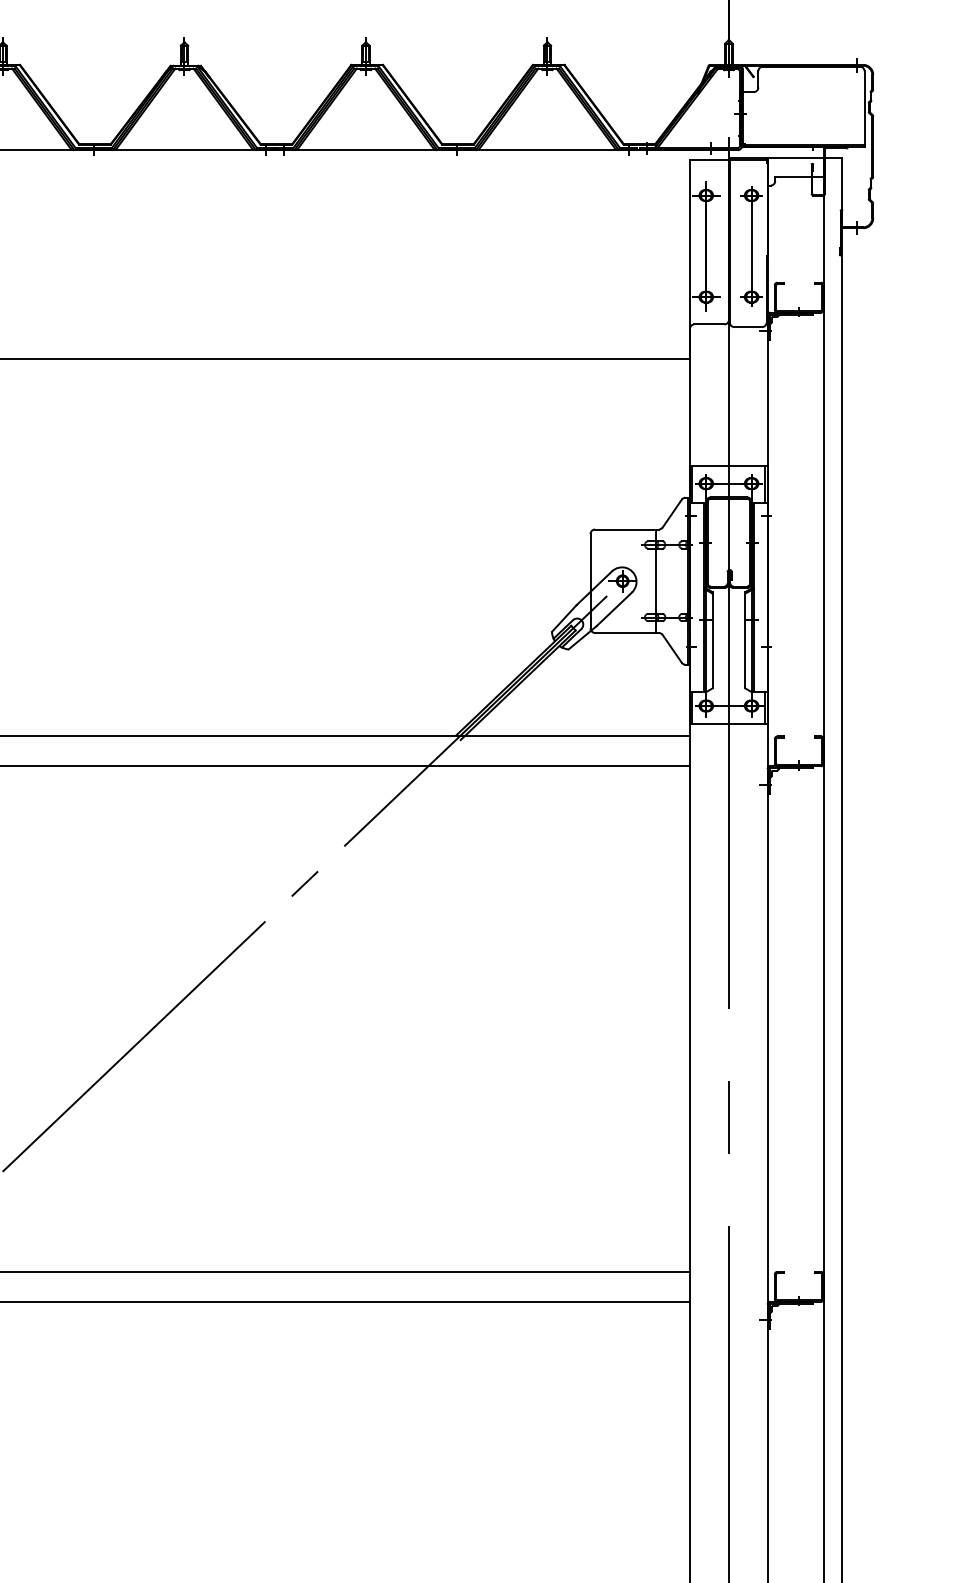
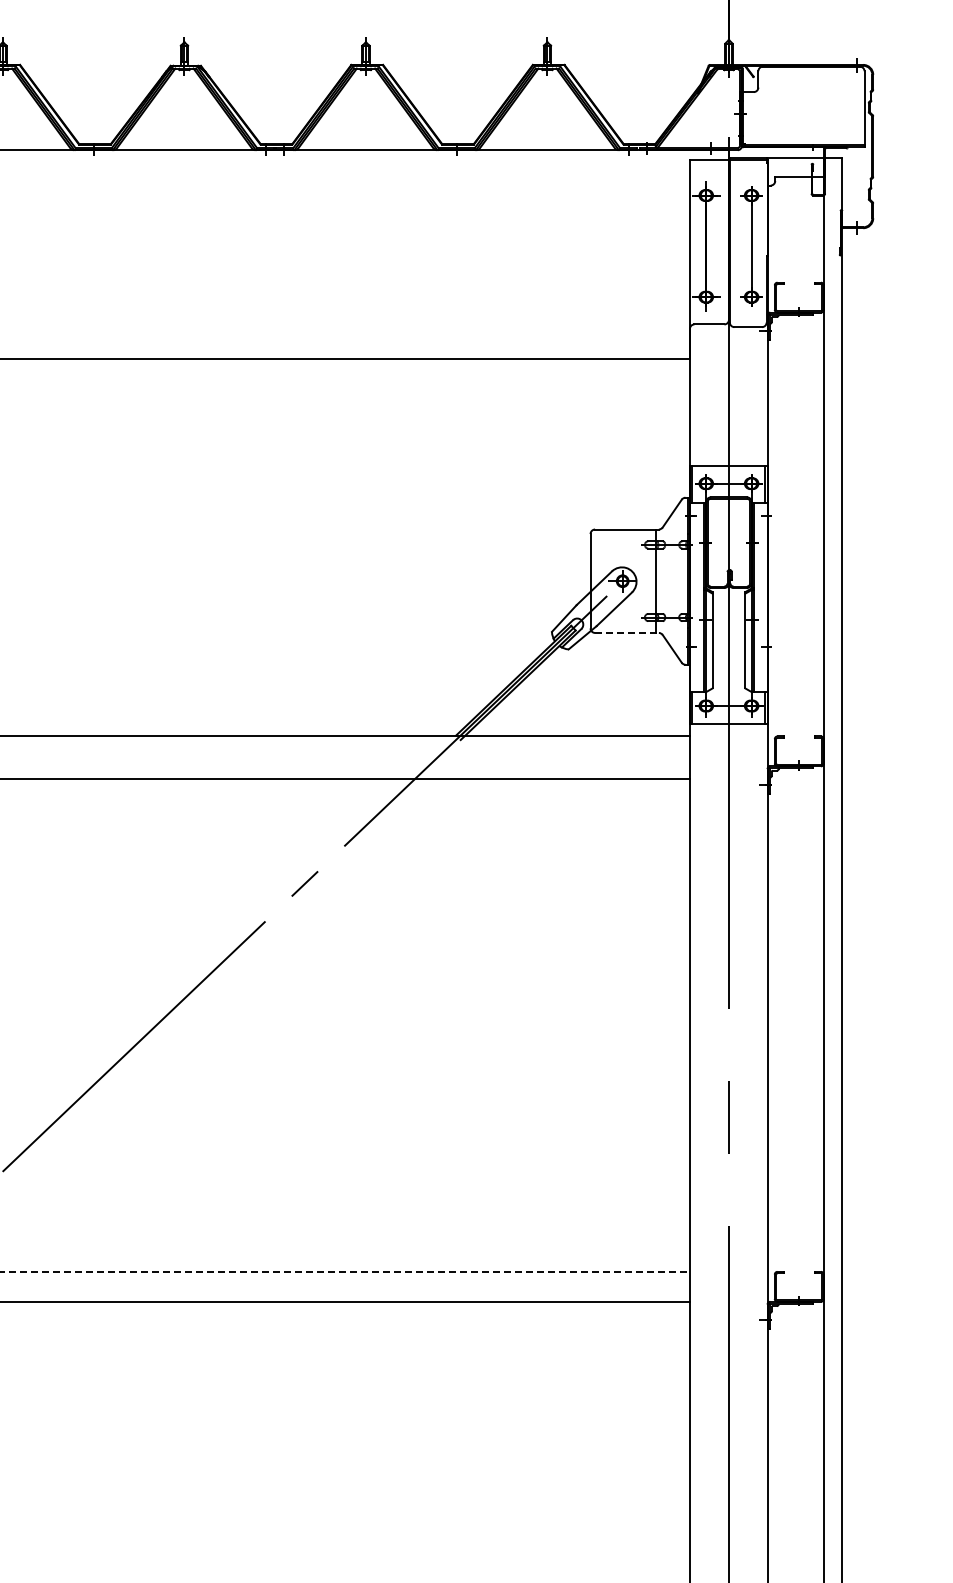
line at (627, 632): solid -> dashed
line at (346, 766) position: (346, 766) -> (346, 779)
line at (345, 1271): solid -> dashed
